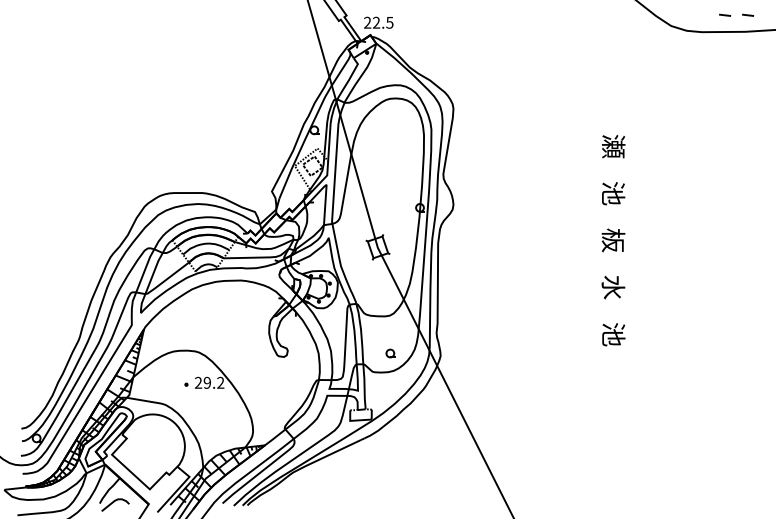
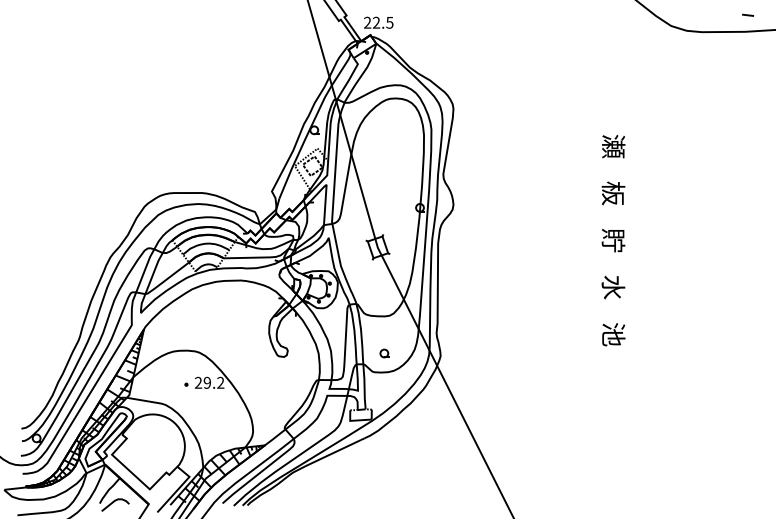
line at (725, 14): present -> none
text at (613, 193): 池 -> 板
text at (613, 240): 板 -> 貯
part at (390, 353) position: (390, 353) -> (384, 353)
